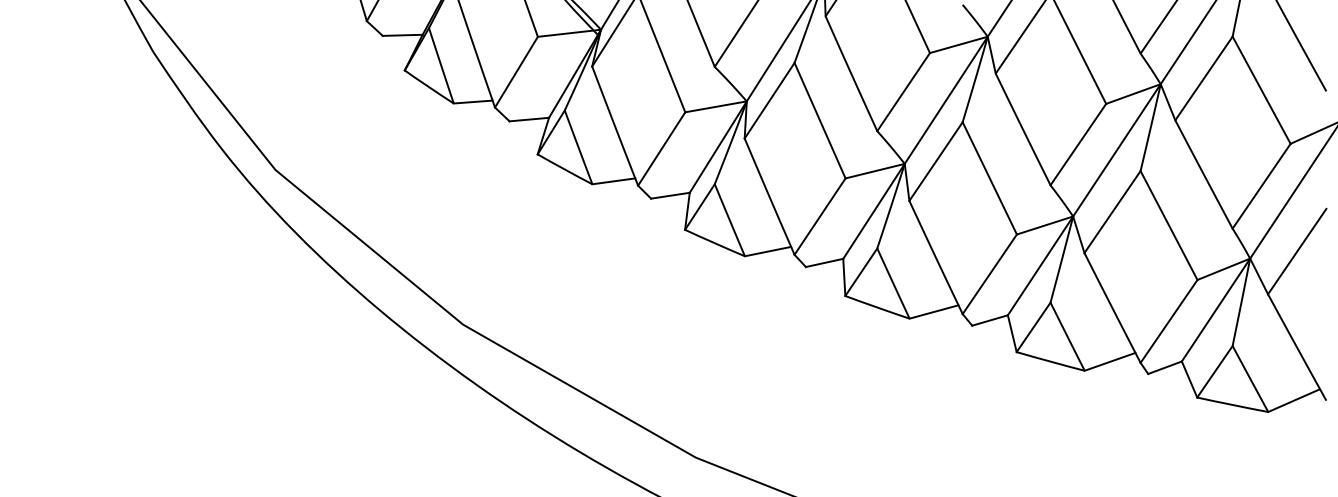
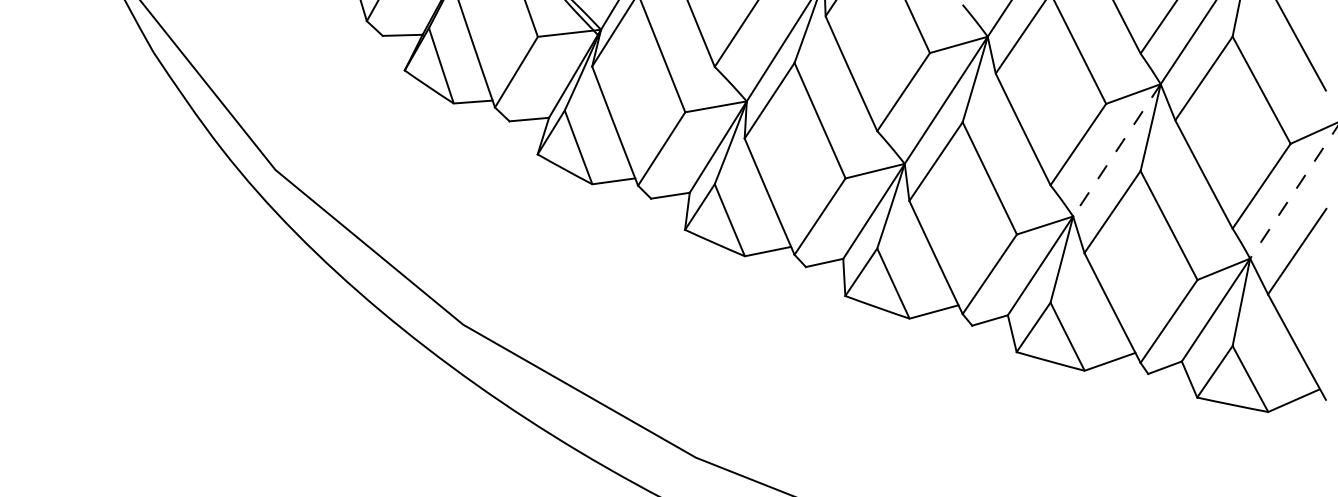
line at (1116, 150): solid -> dashed
line at (1294, 192): solid -> dashed
